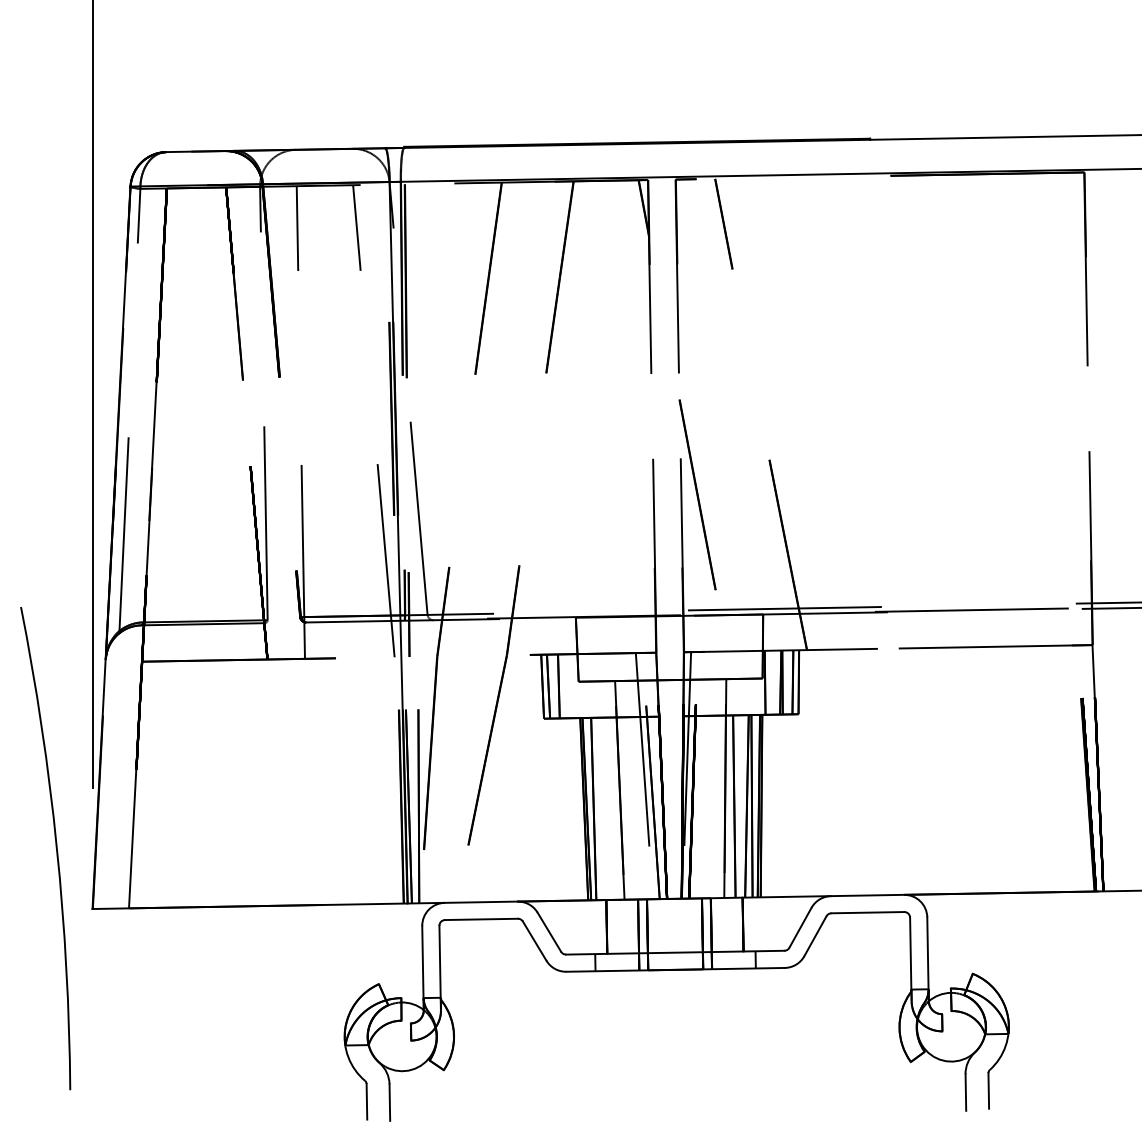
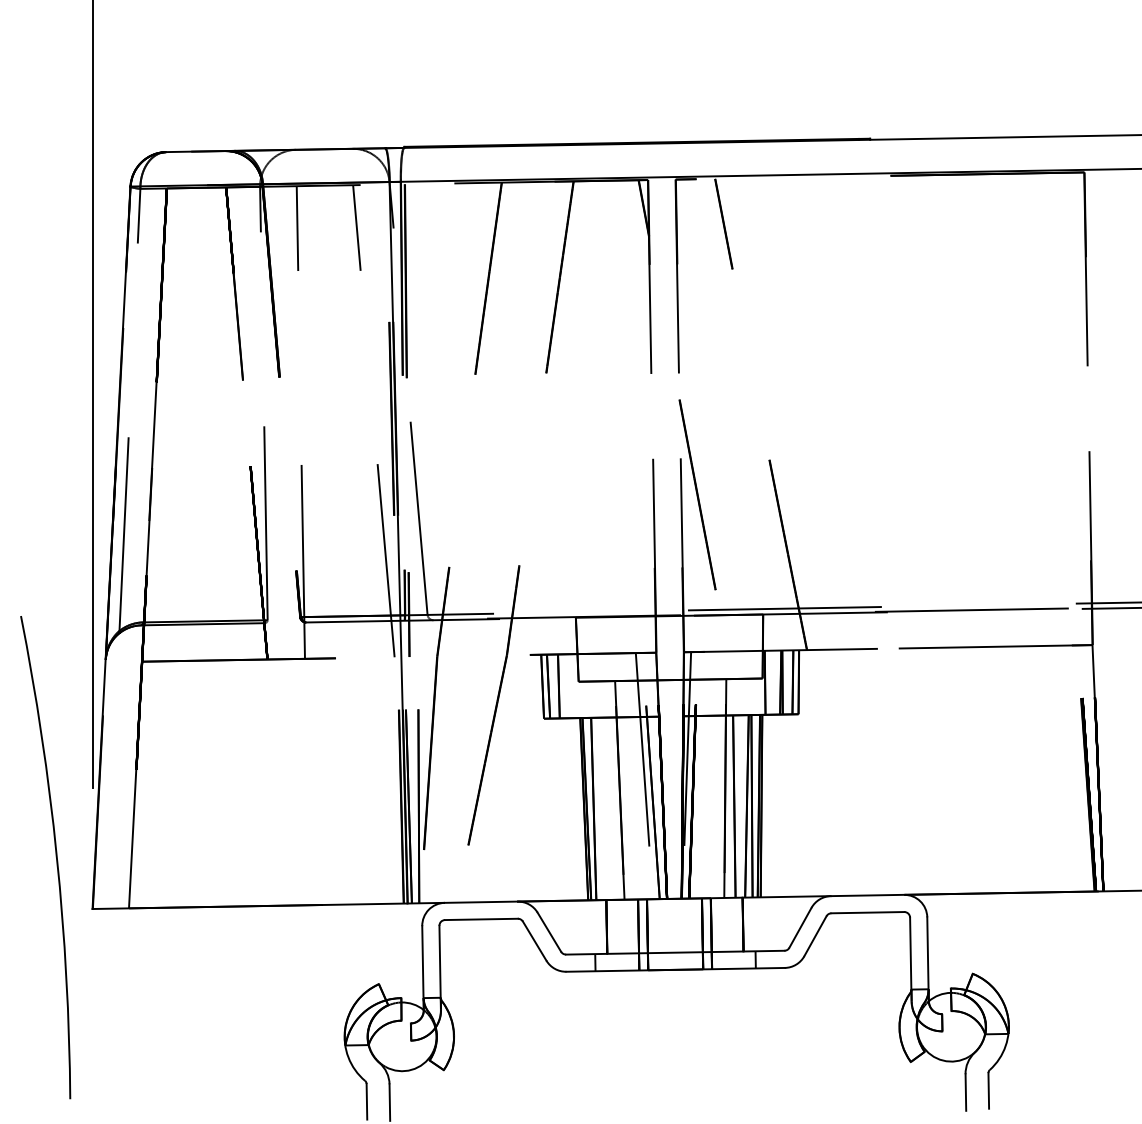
arc at (55, 847) position: (55, 847) -> (55, 856)
